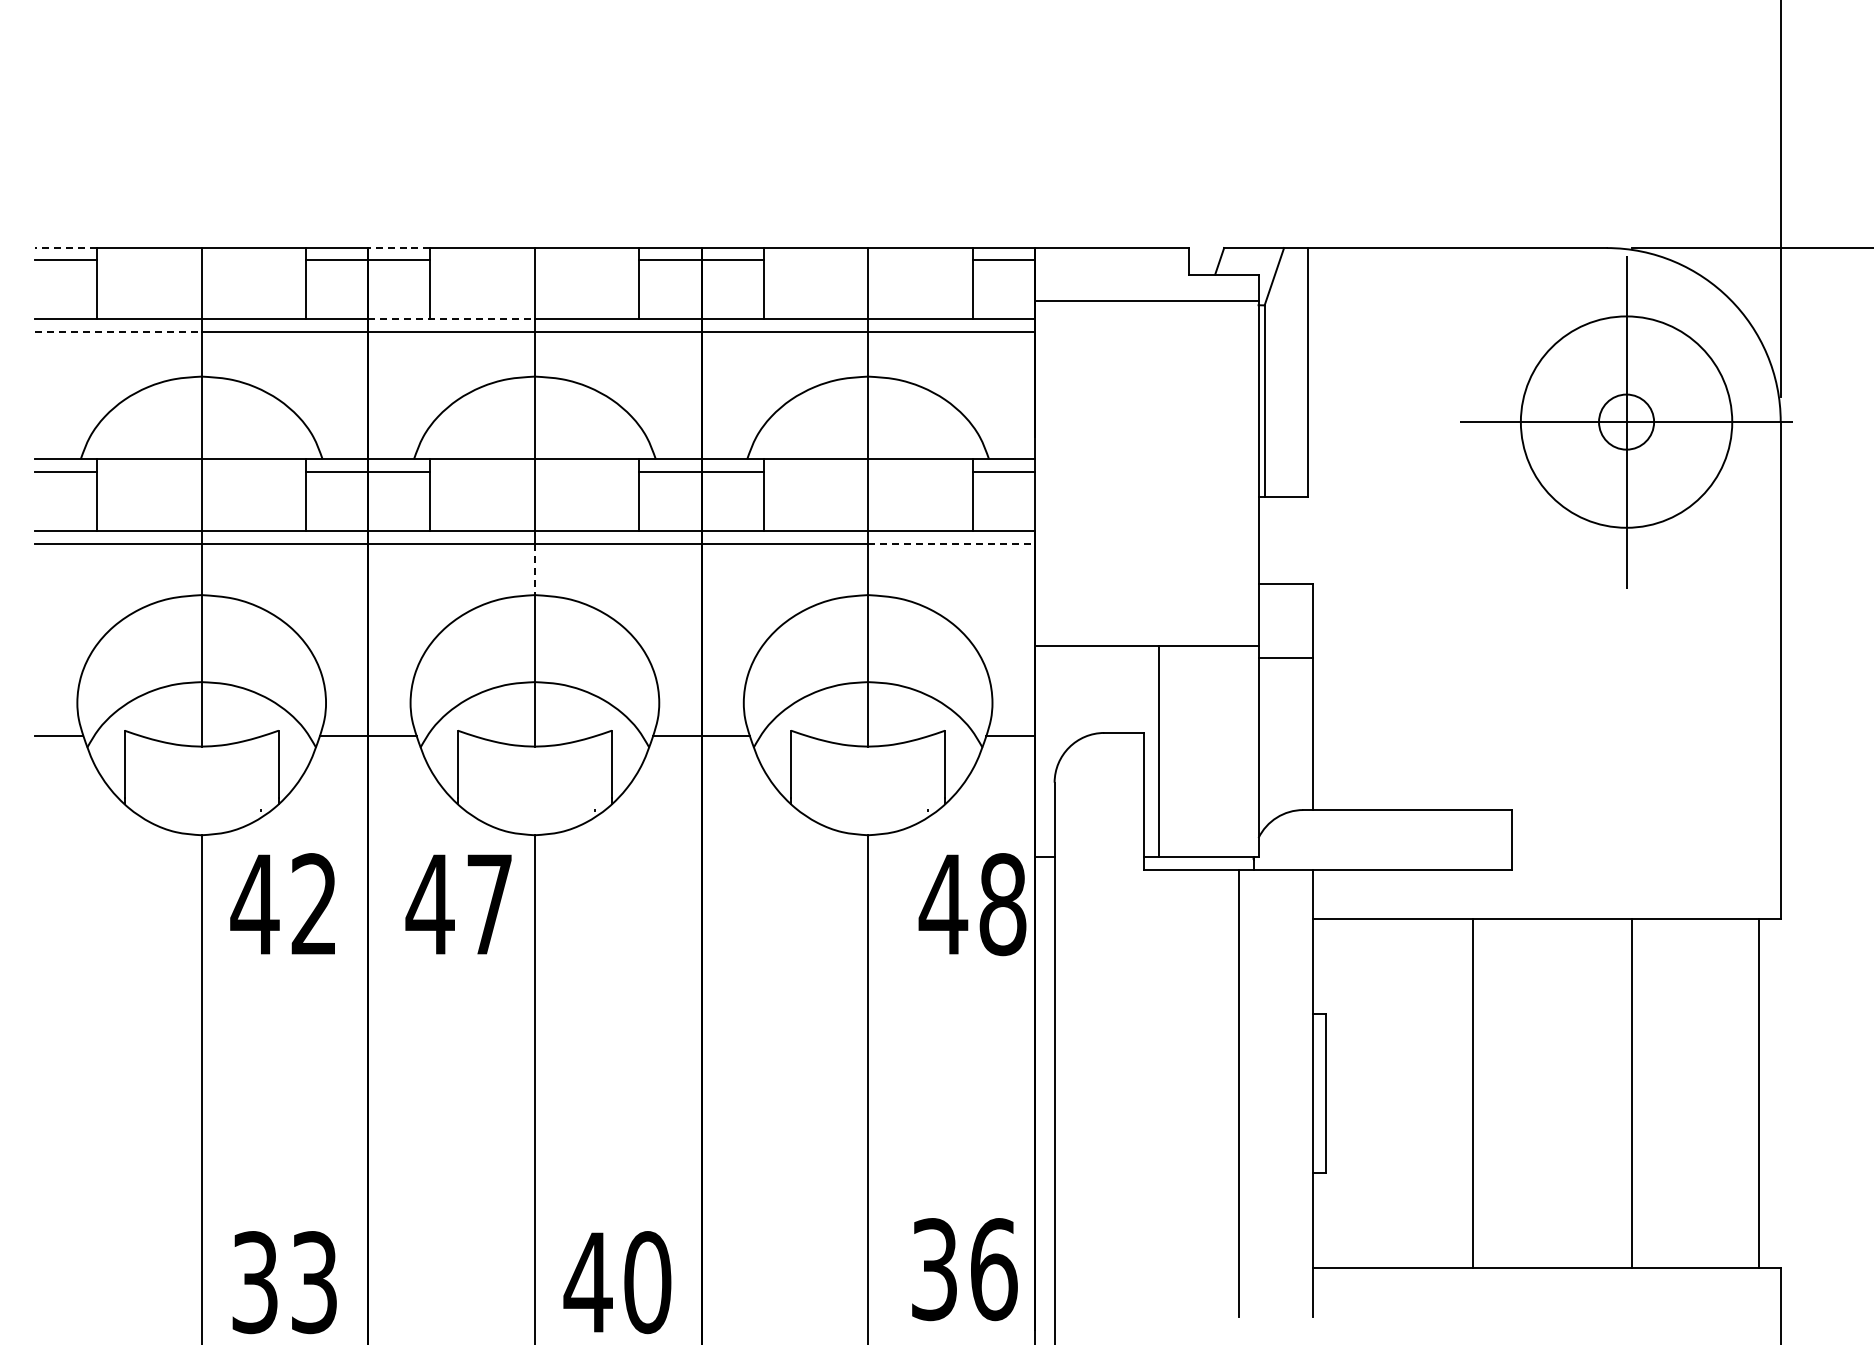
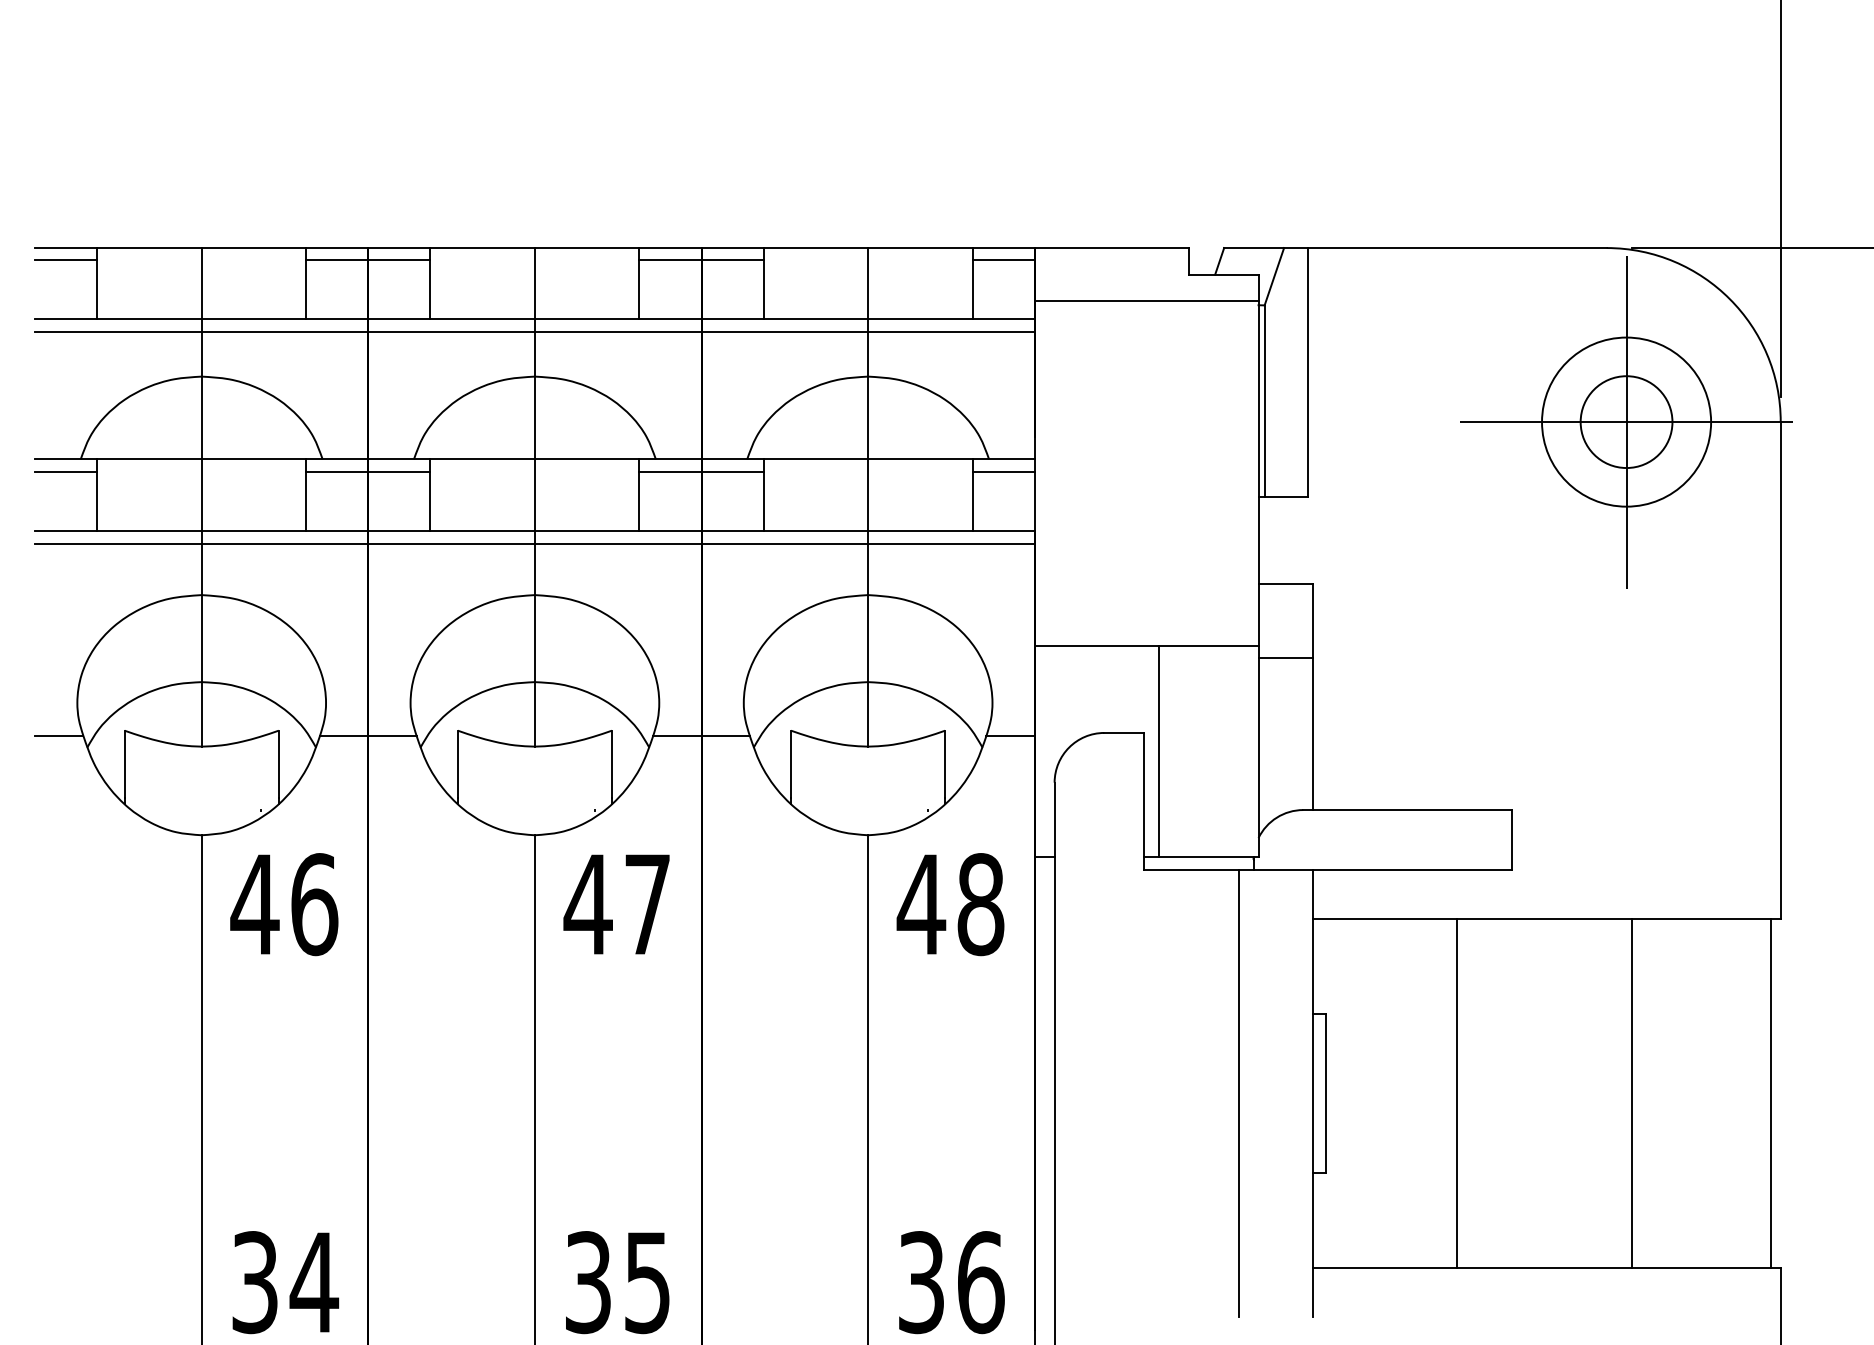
line at (65, 248): dashed -> solid
line at (398, 248): dashed -> solid
line at (452, 319): dashed -> solid
line at (118, 331): dashed -> solid
circle at (1626, 421) diameter: 211 px -> 169 px
circle at (1626, 421) diameter: 55 px -> 92 px
line at (951, 543): dashed -> solid
line at (534, 569): dashed -> solid
text at (314, 904): 42 -> 46
text at (458, 904) position: (458, 904) -> (616, 904)
text at (972, 904) position: (972, 904) -> (950, 904)
line at (1473, 1093) position: (1473, 1093) -> (1457, 1093)
line at (1758, 1093) position: (1758, 1093) -> (1770, 1093)
text at (964, 1269) position: (964, 1269) -> (951, 1282)
text at (314, 1282): 33 -> 34
text at (617, 1282): 40 -> 35
